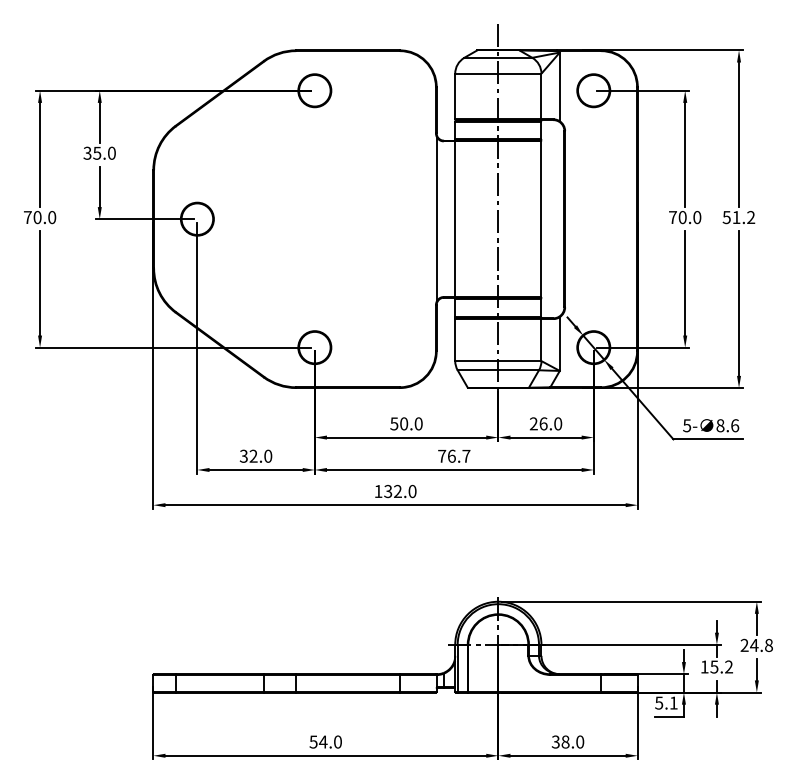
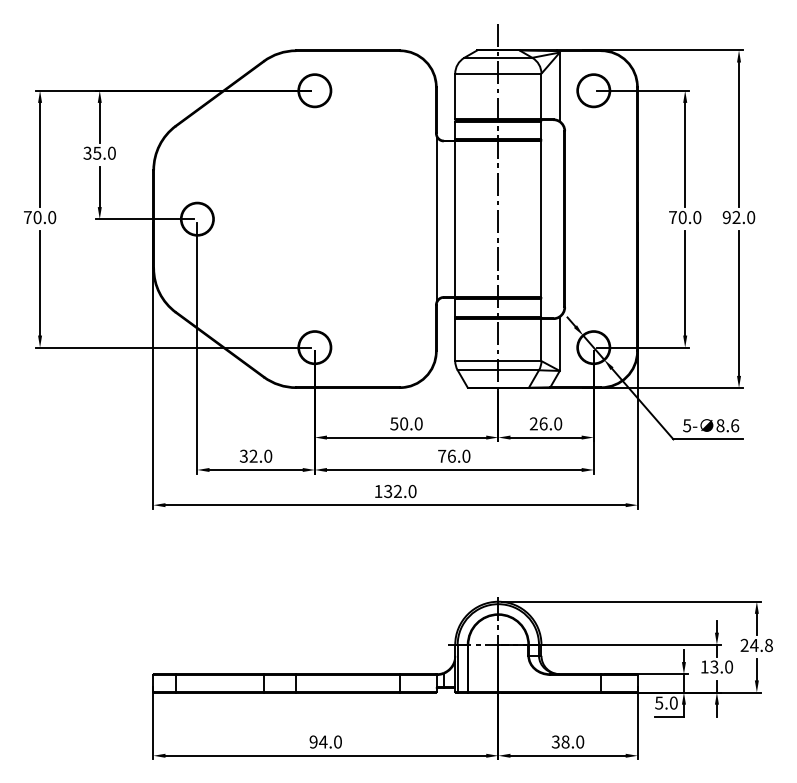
text at (738, 217): 51.2 -> 92.0
text at (466, 455): 76.7 -> 76.0
text at (722, 666): 15.2 -> 13.0
text at (673, 702): 5.1 -> 5.0
text at (313, 741): 54.0 -> 94.0
